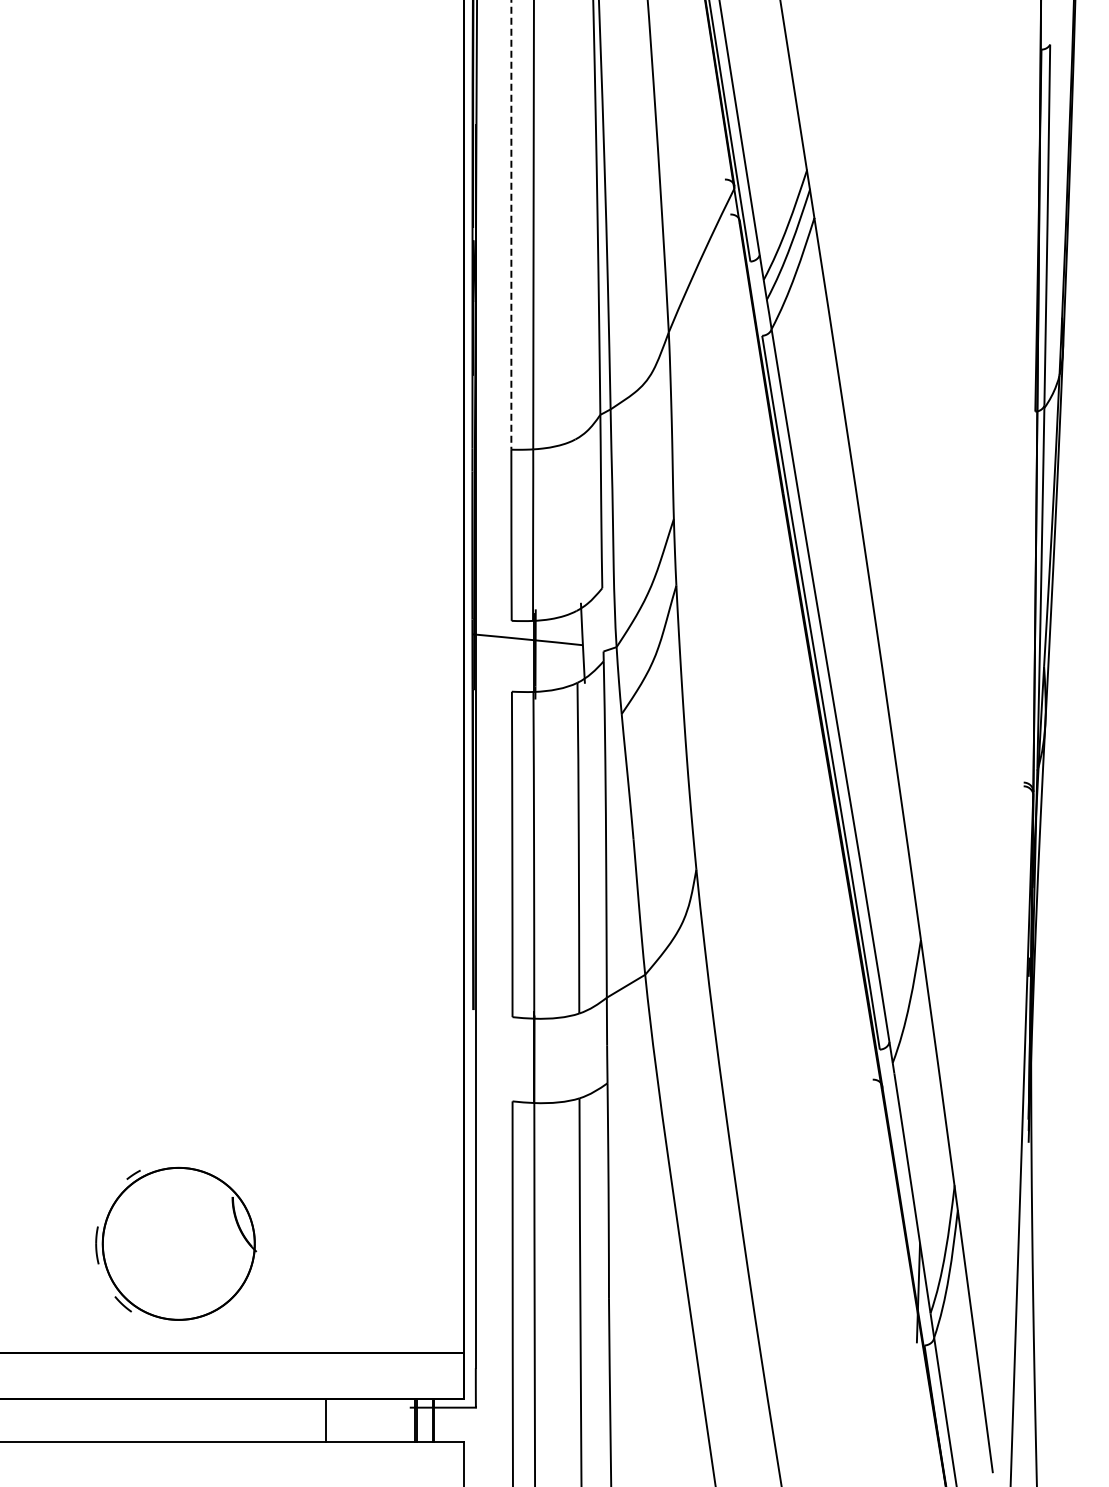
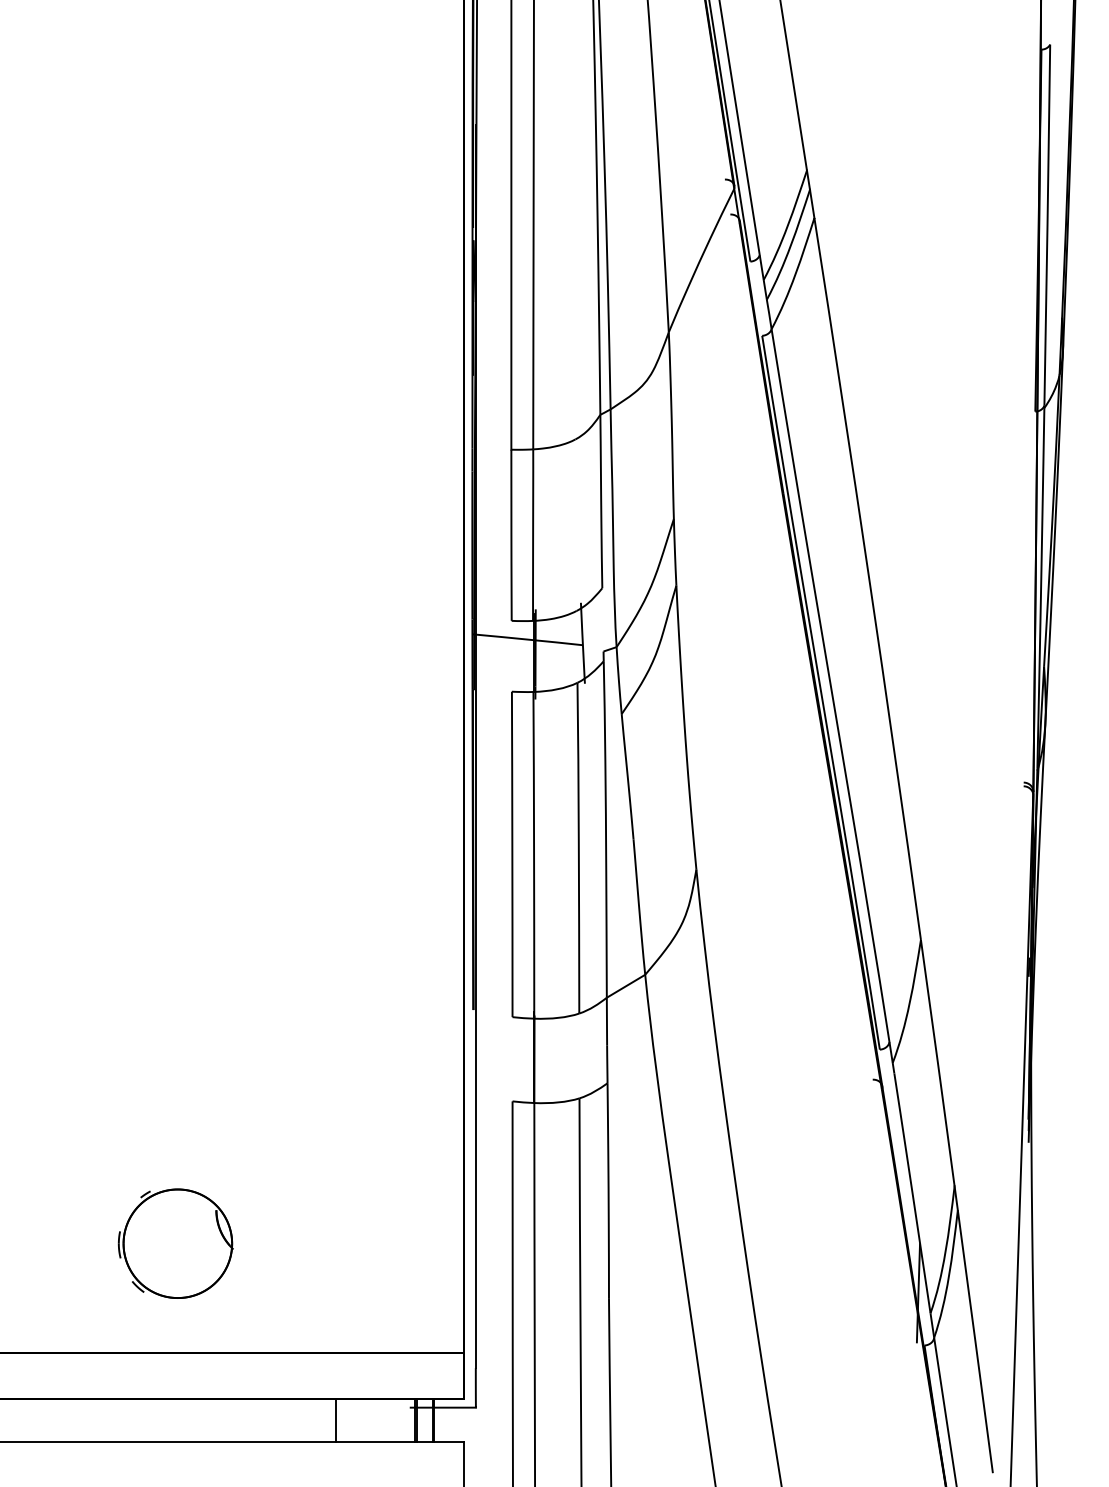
line at (511, 225): dashed -> solid
part at (176, 1243) size: 163x155 px -> 117x111 px
line at (325, 1420) position: (325, 1420) -> (335, 1420)
